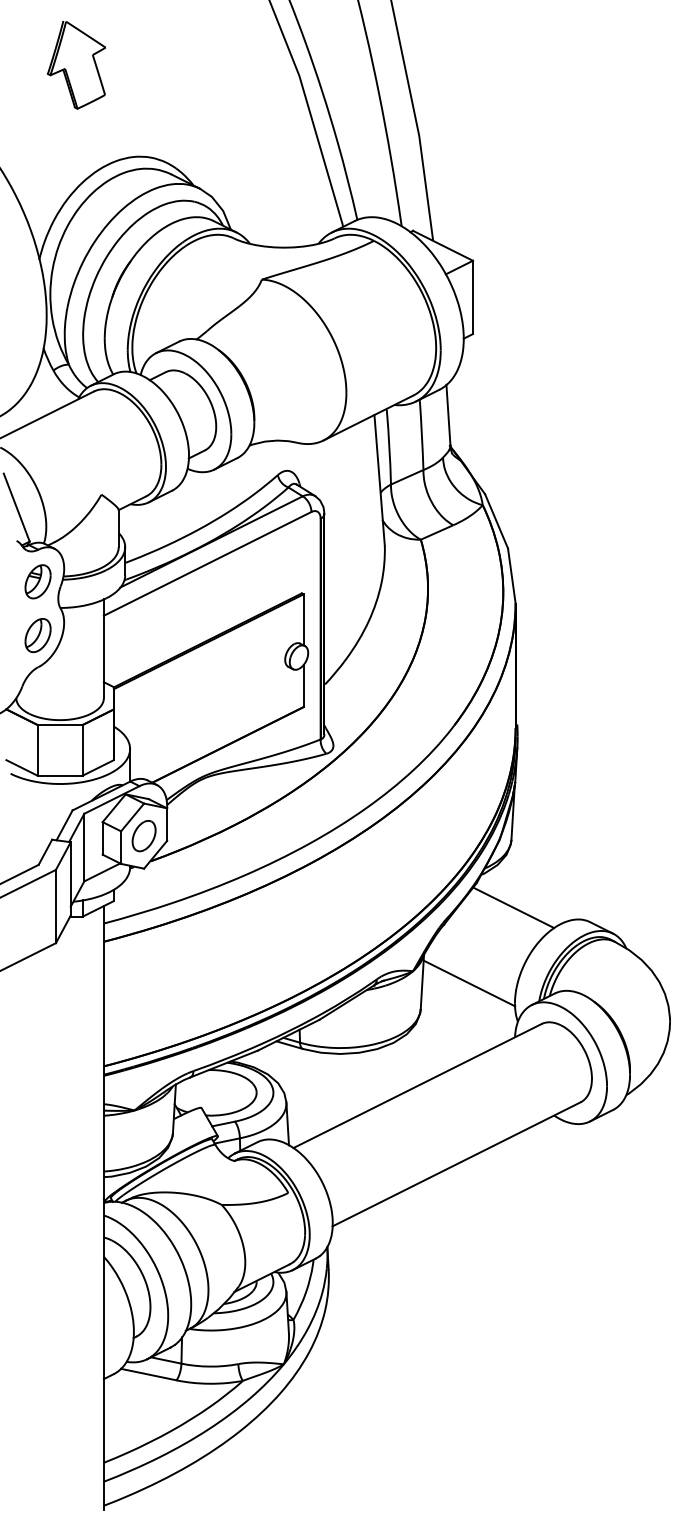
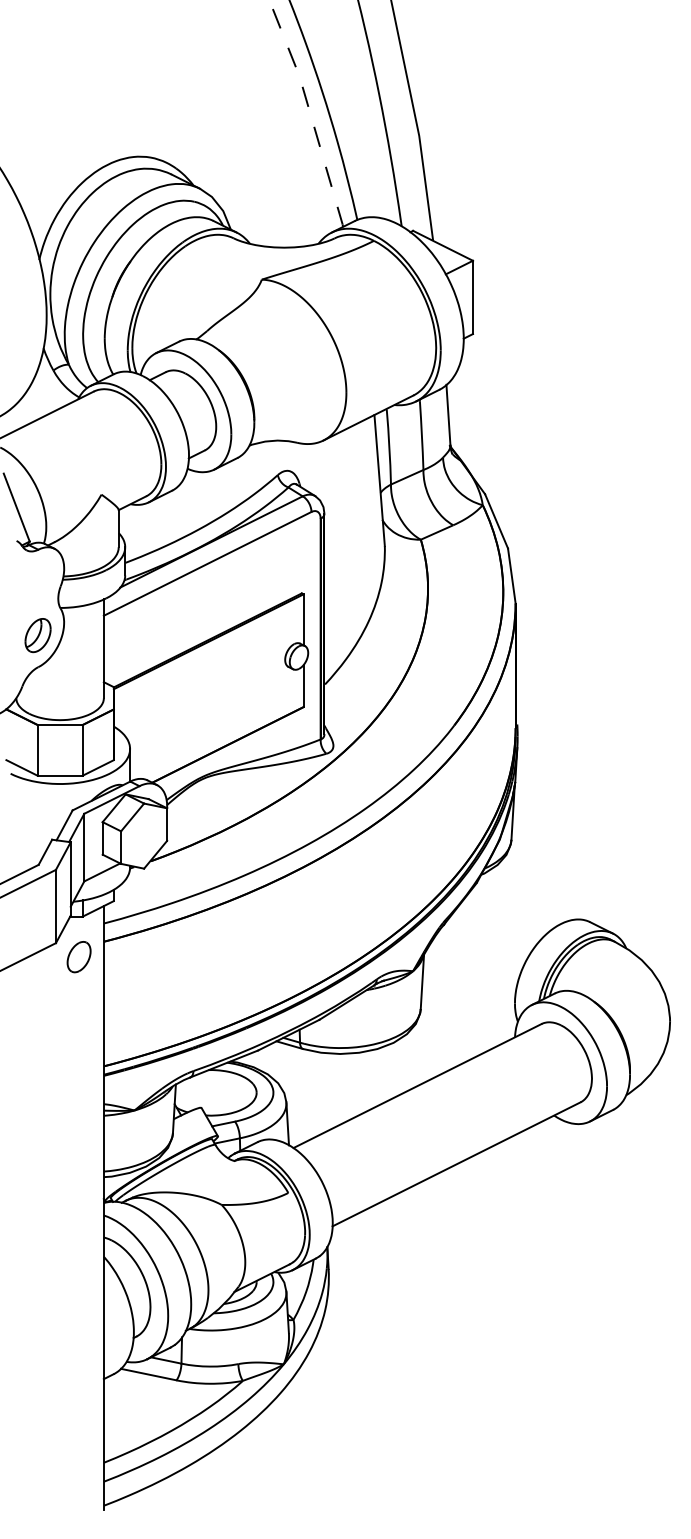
part at (75, 64): present -> none
line at (309, 112): solid -> dashed
part at (37, 581): present -> none
part at (143, 836) position: (143, 836) -> (78, 957)
line at (513, 907): present -> none
line at (469, 983): present -> none
